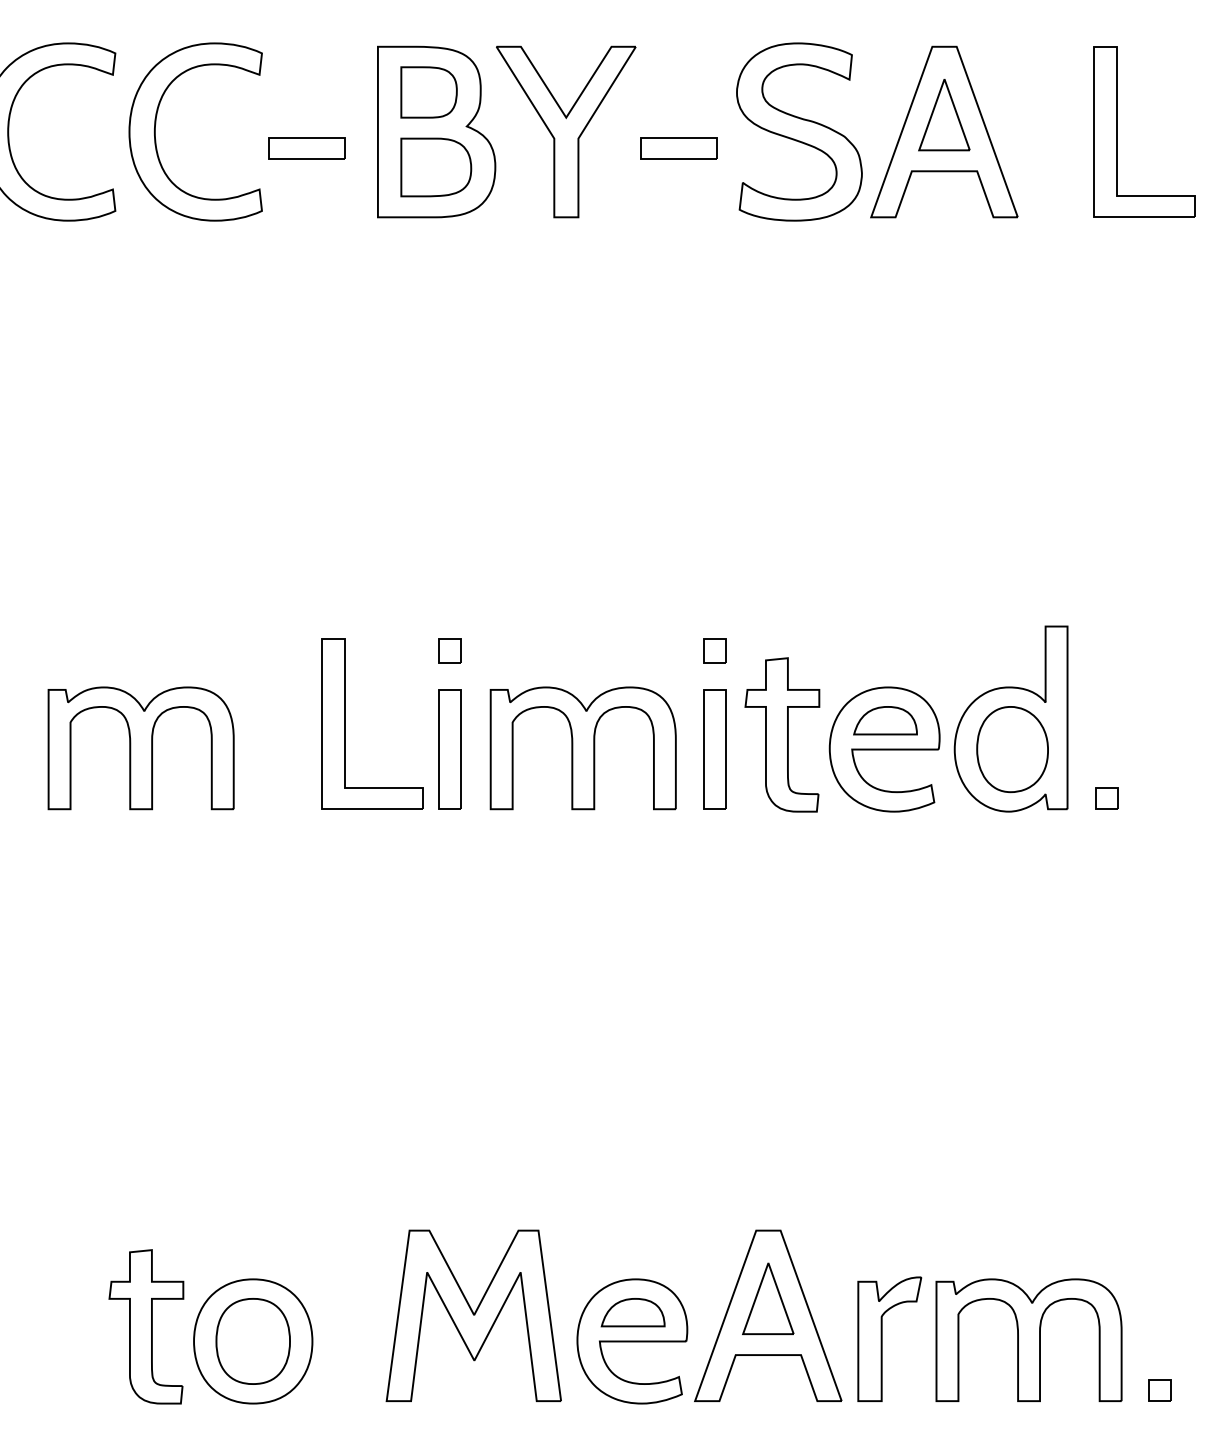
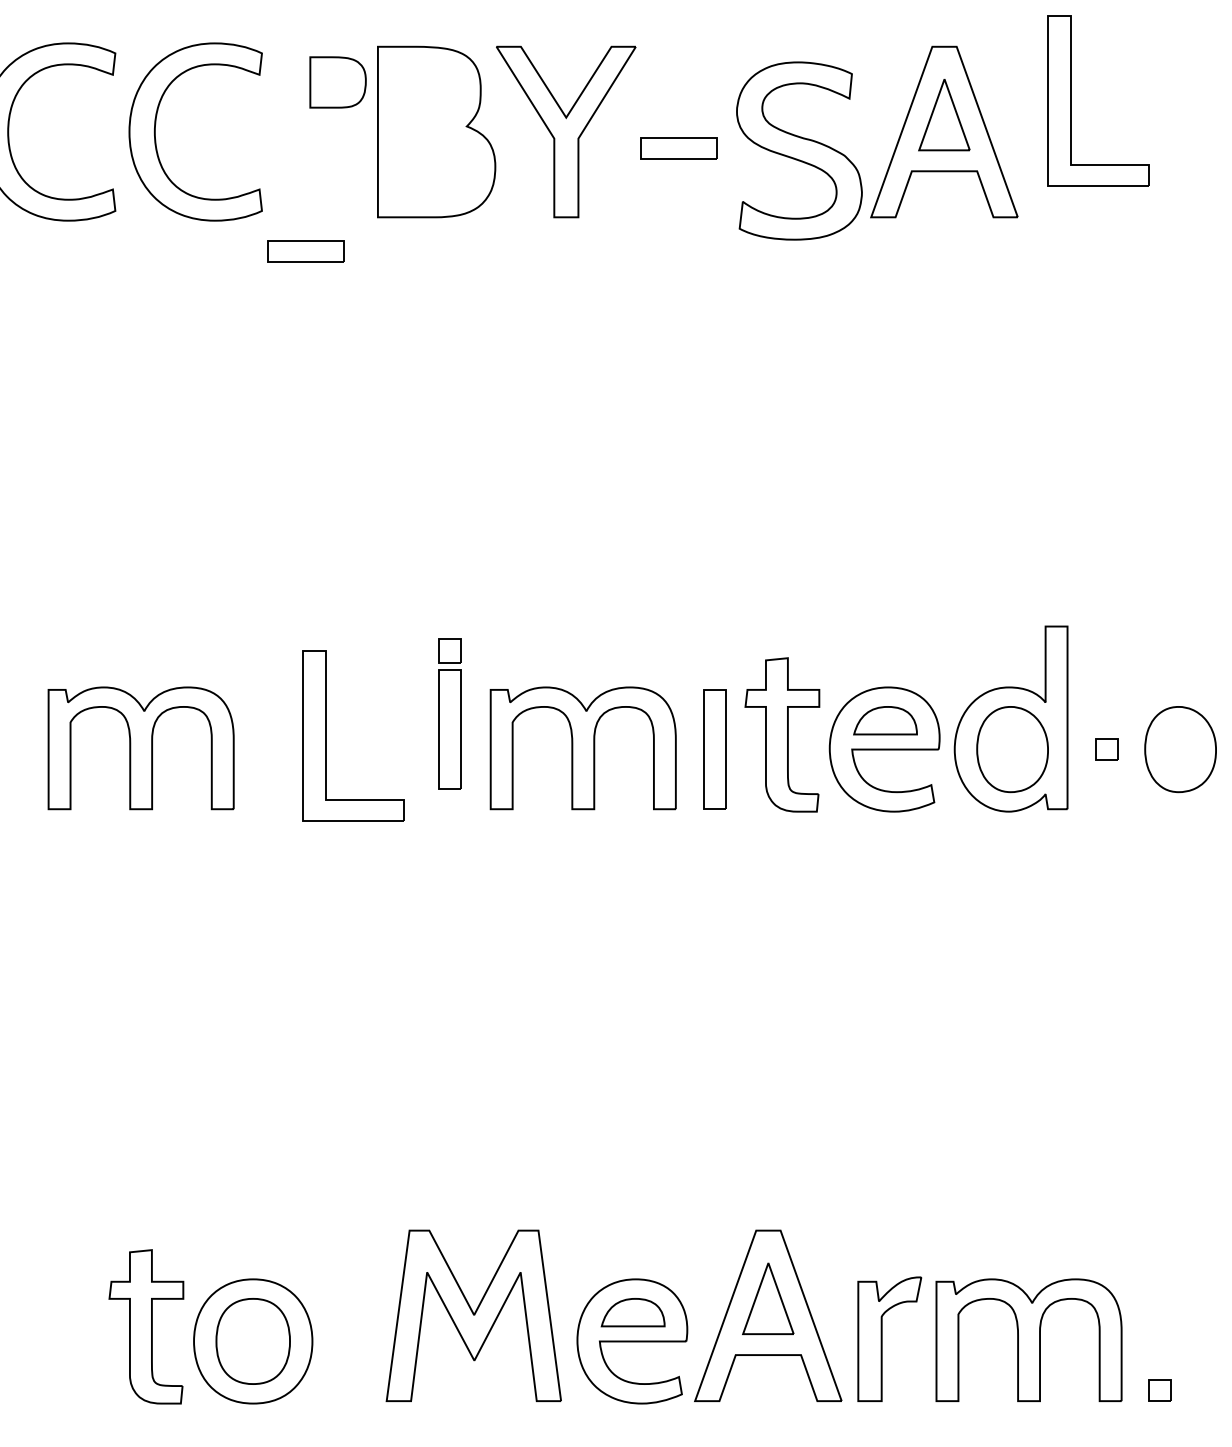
part at (428, 92) position: (428, 92) -> (337, 82)
part at (799, 131) position: (799, 131) -> (799, 150)
part at (1117, 131) position: (1117, 131) -> (1071, 100)
part at (306, 148) position: (306, 148) -> (305, 251)
part at (436, 167): present -> none
part at (714, 650): present -> none
part at (345, 723) position: (345, 723) -> (326, 735)
part at (449, 749) position: (449, 749) -> (449, 729)
part at (1180, 749): none -> present
part at (1106, 798) position: (1106, 798) -> (1106, 749)
